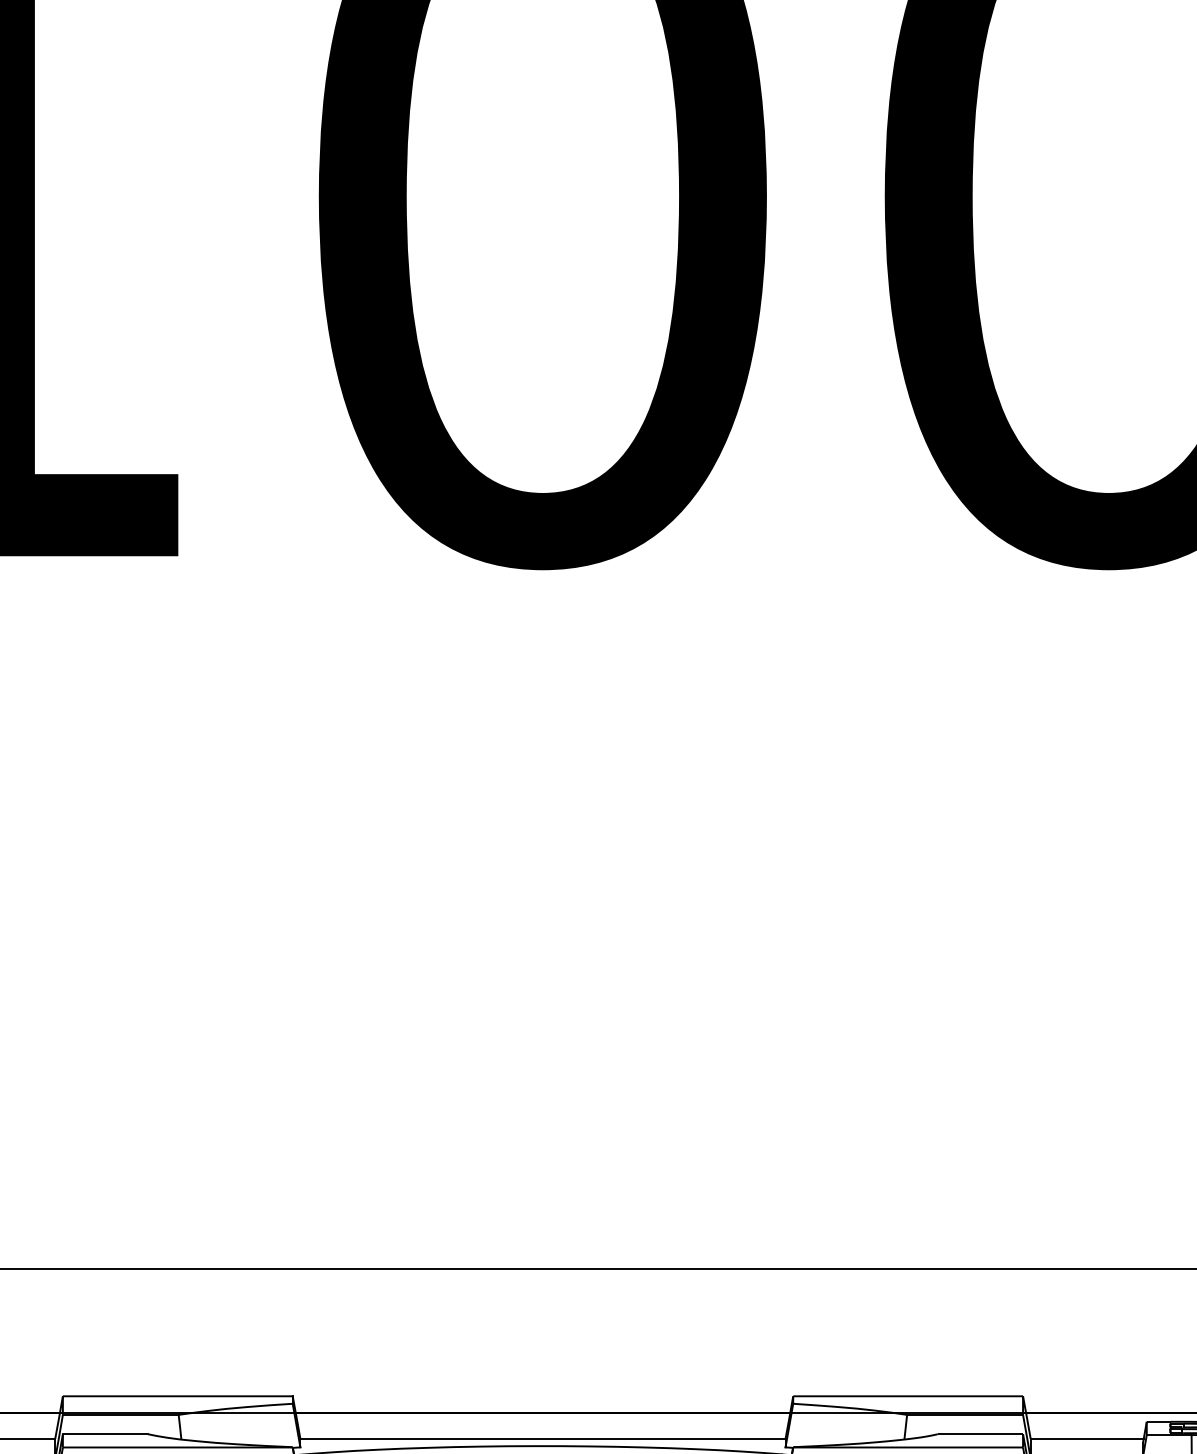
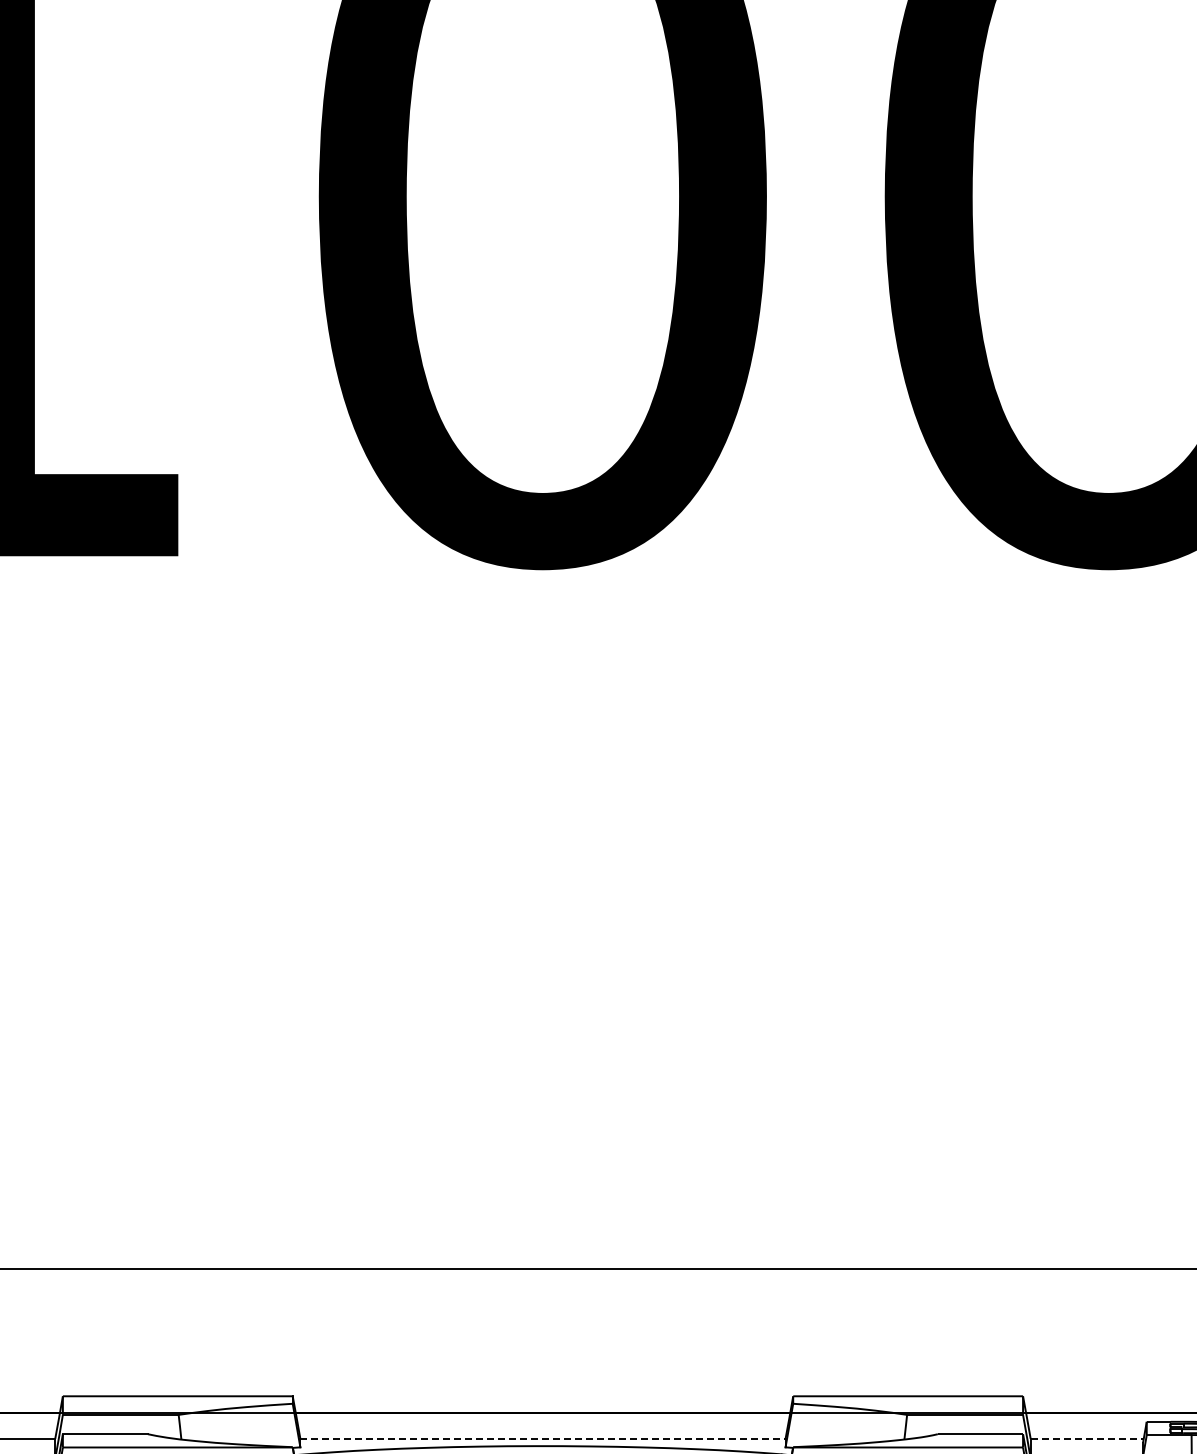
line at (543, 1438): solid -> dashed
line at (1087, 1438): solid -> dashed
